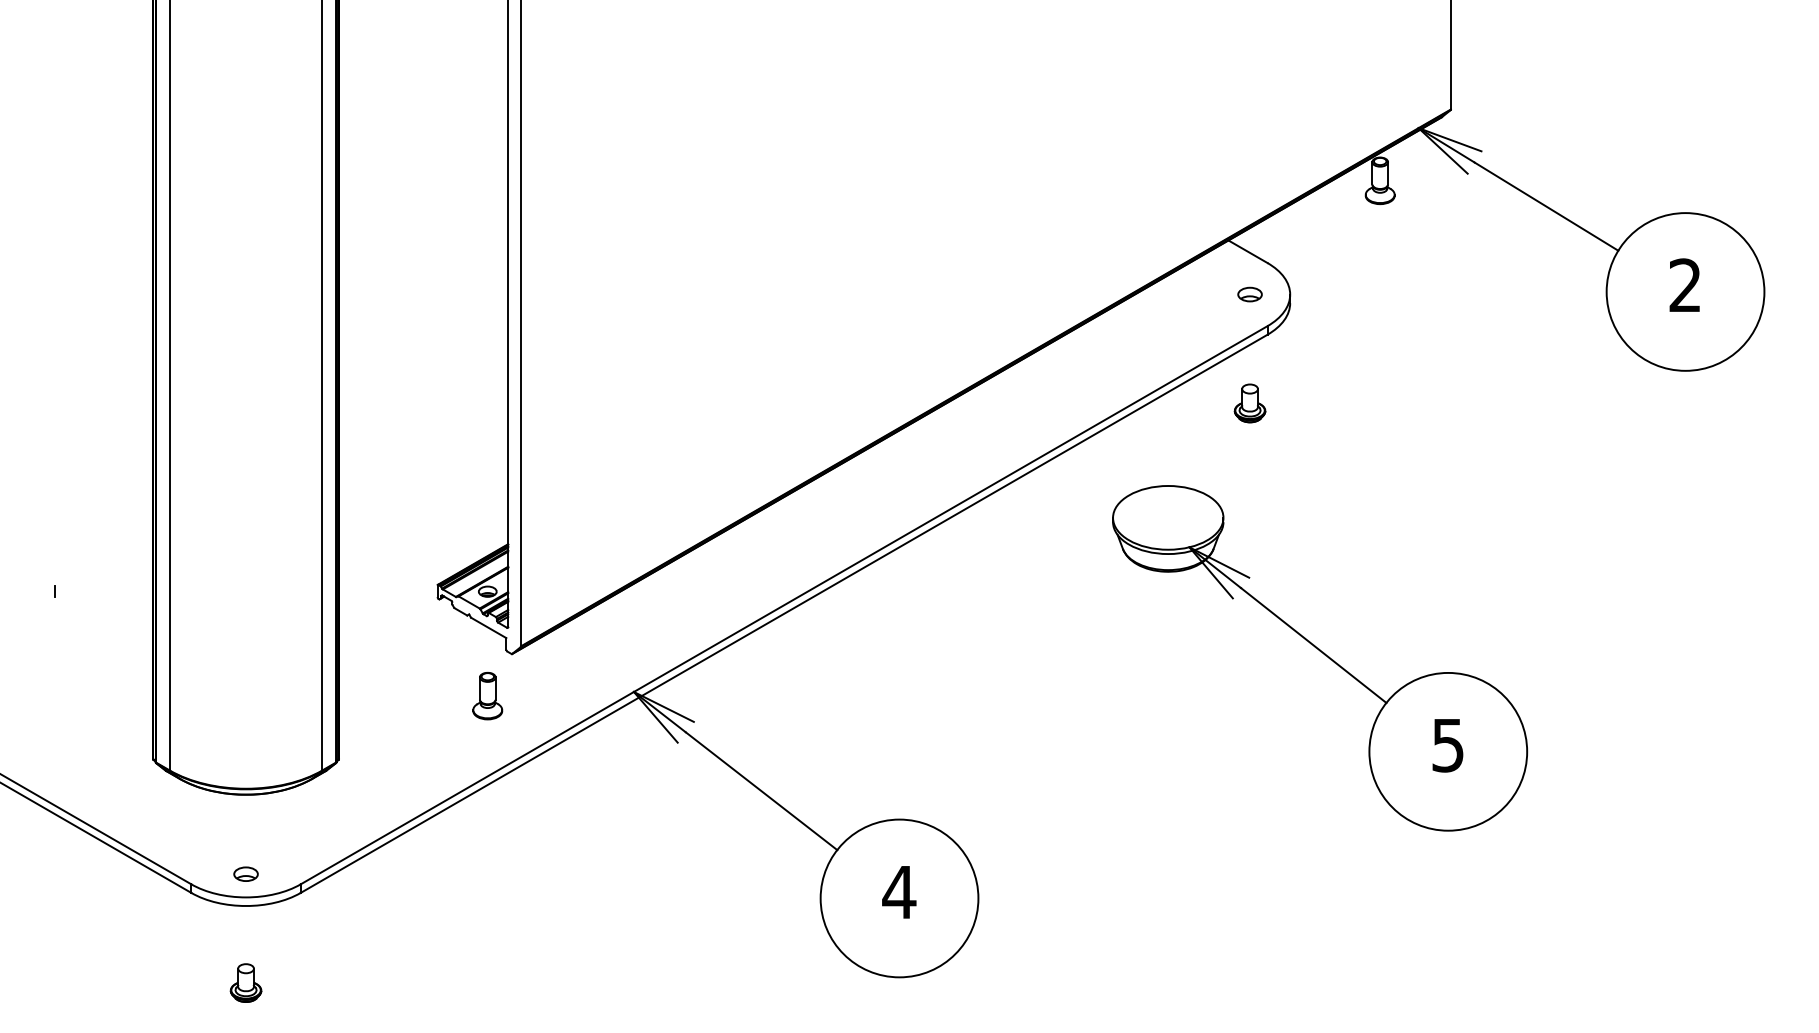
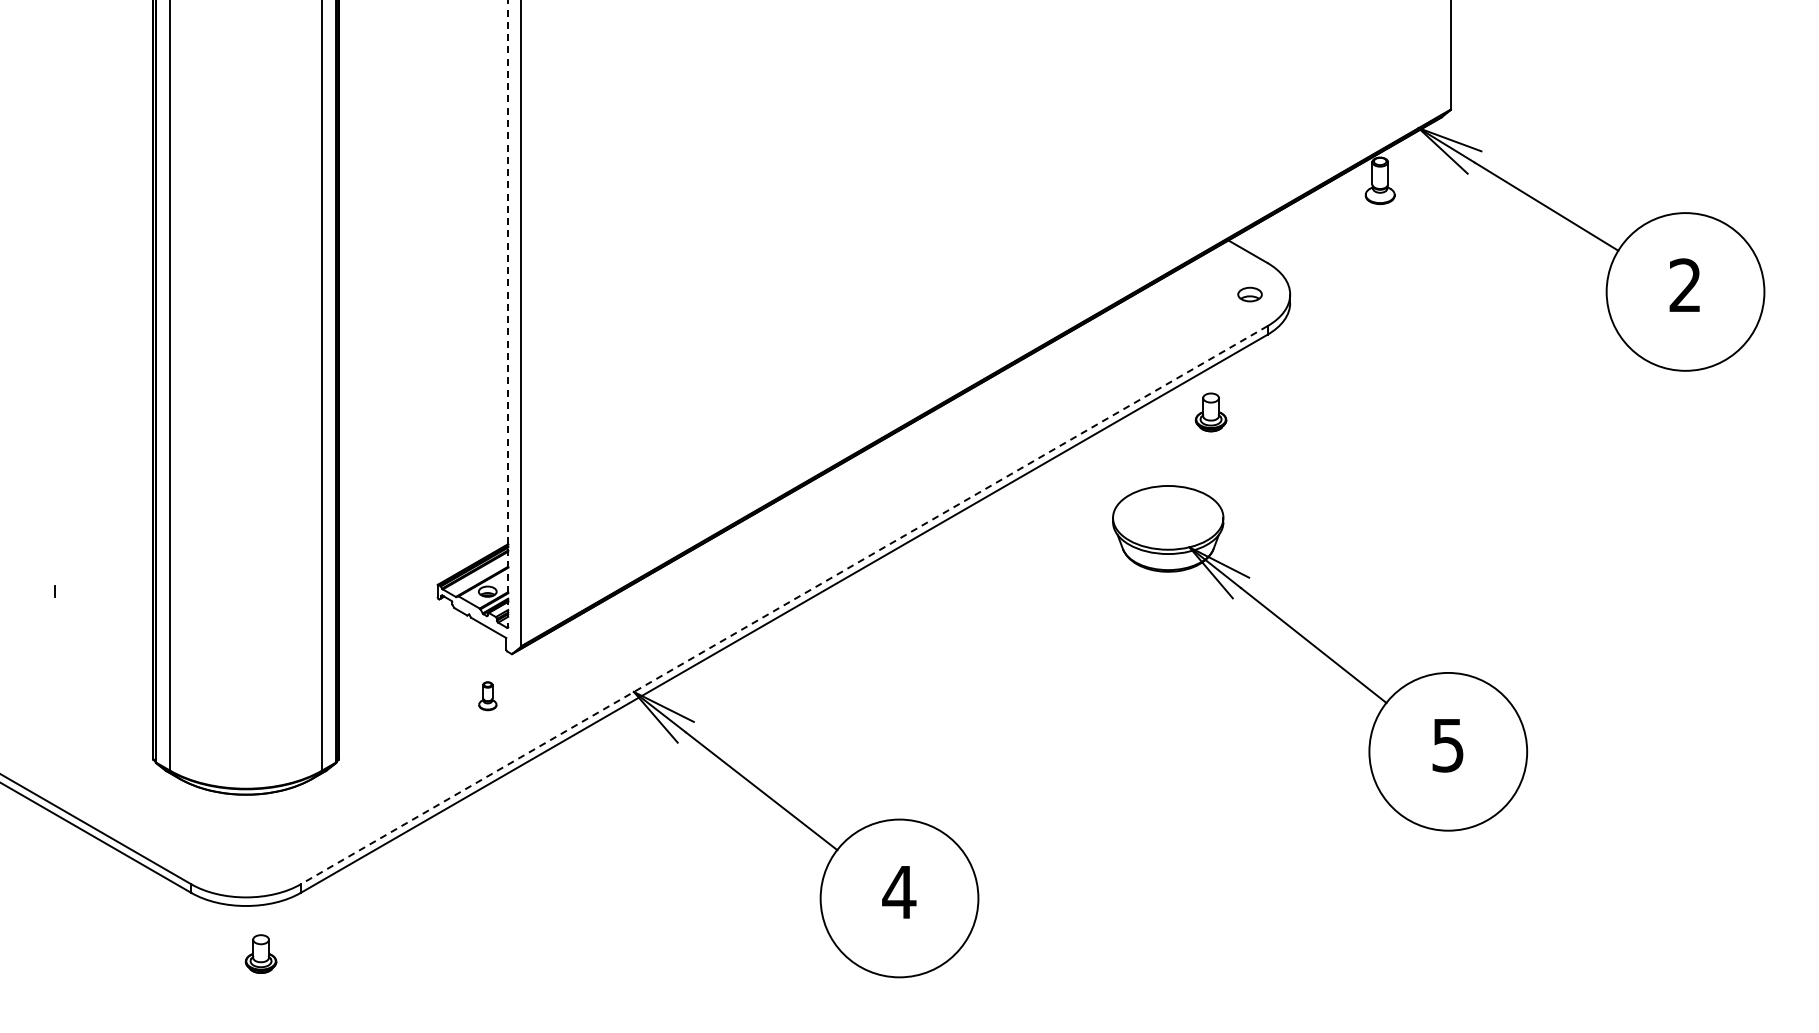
line at (508, 314): solid -> dashed
part at (1249, 403) position: (1249, 403) -> (1210, 412)
line at (783, 605): solid -> dashed
part at (487, 696) size: 32x49 px -> 20x31 px
part at (245, 873): present -> none
part at (245, 982) position: (245, 982) -> (260, 953)
